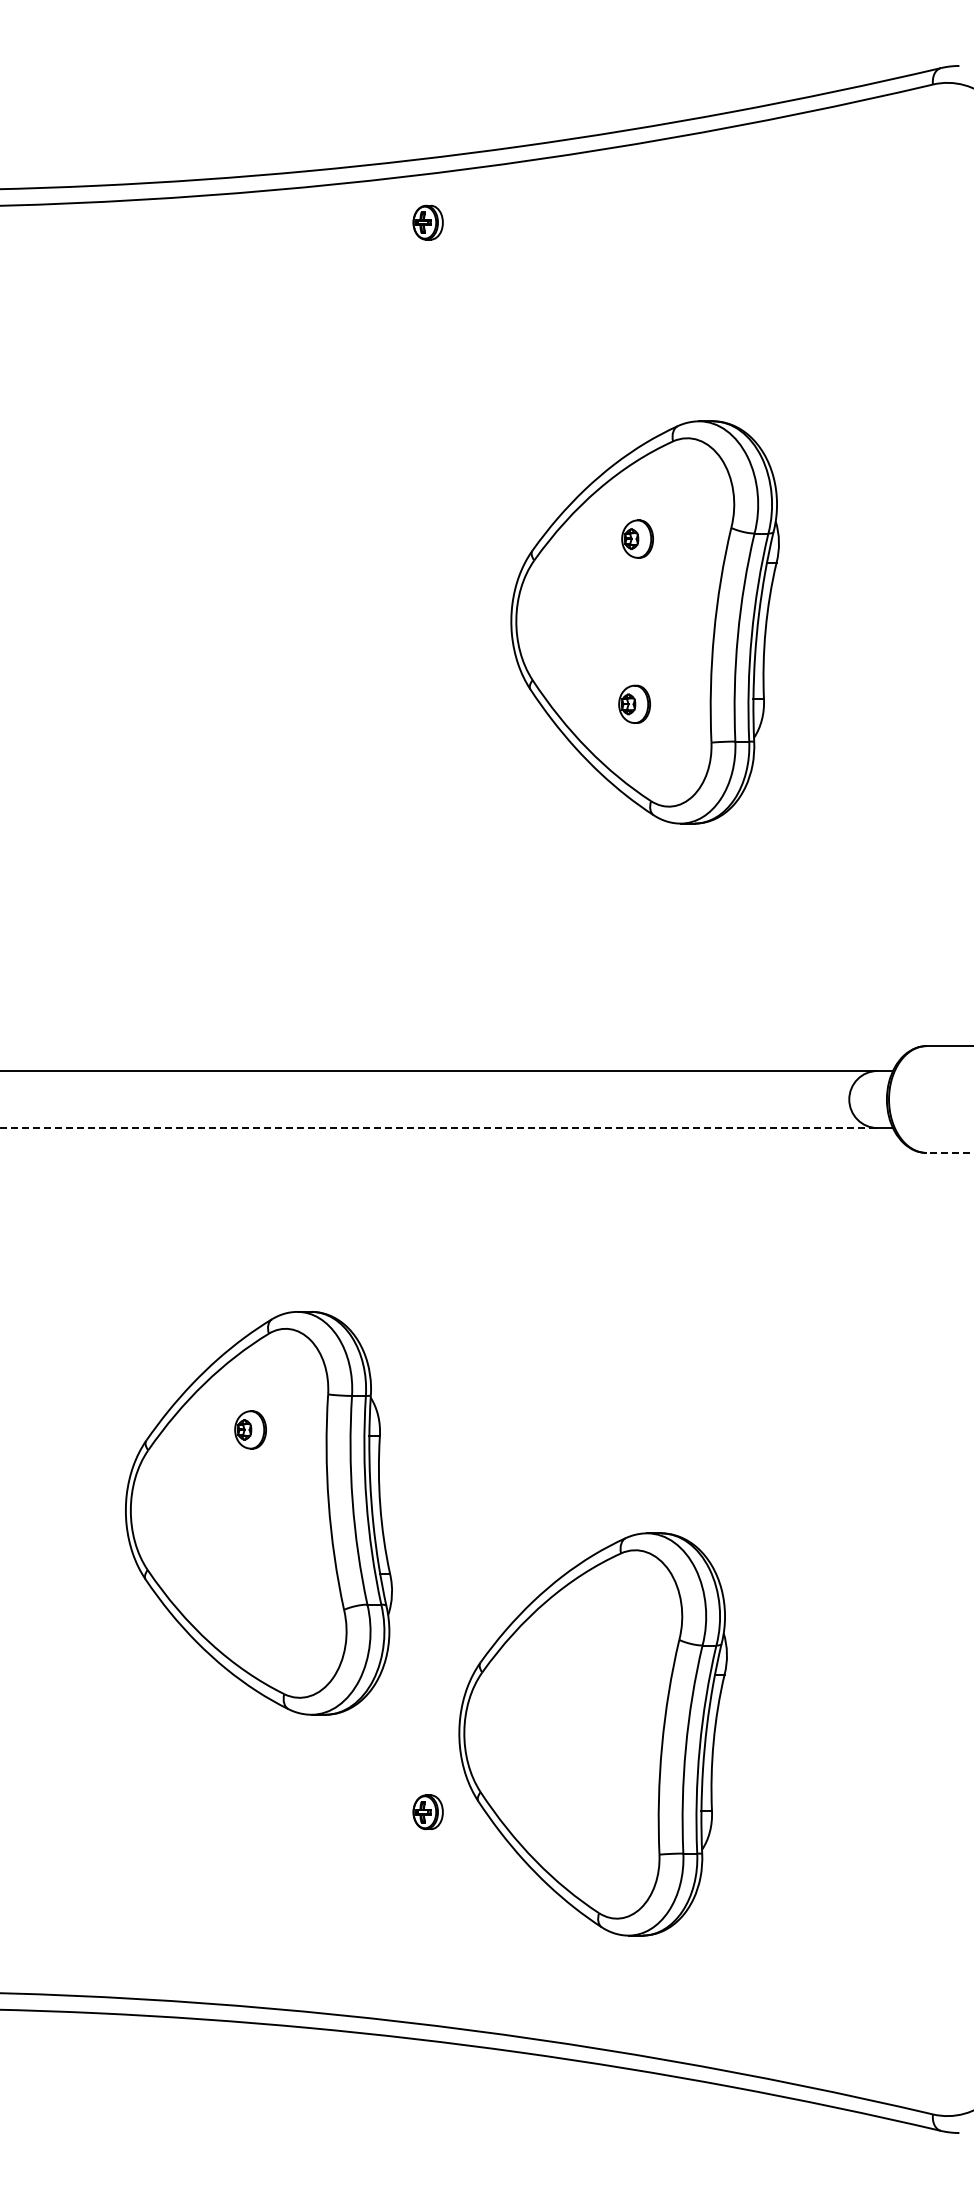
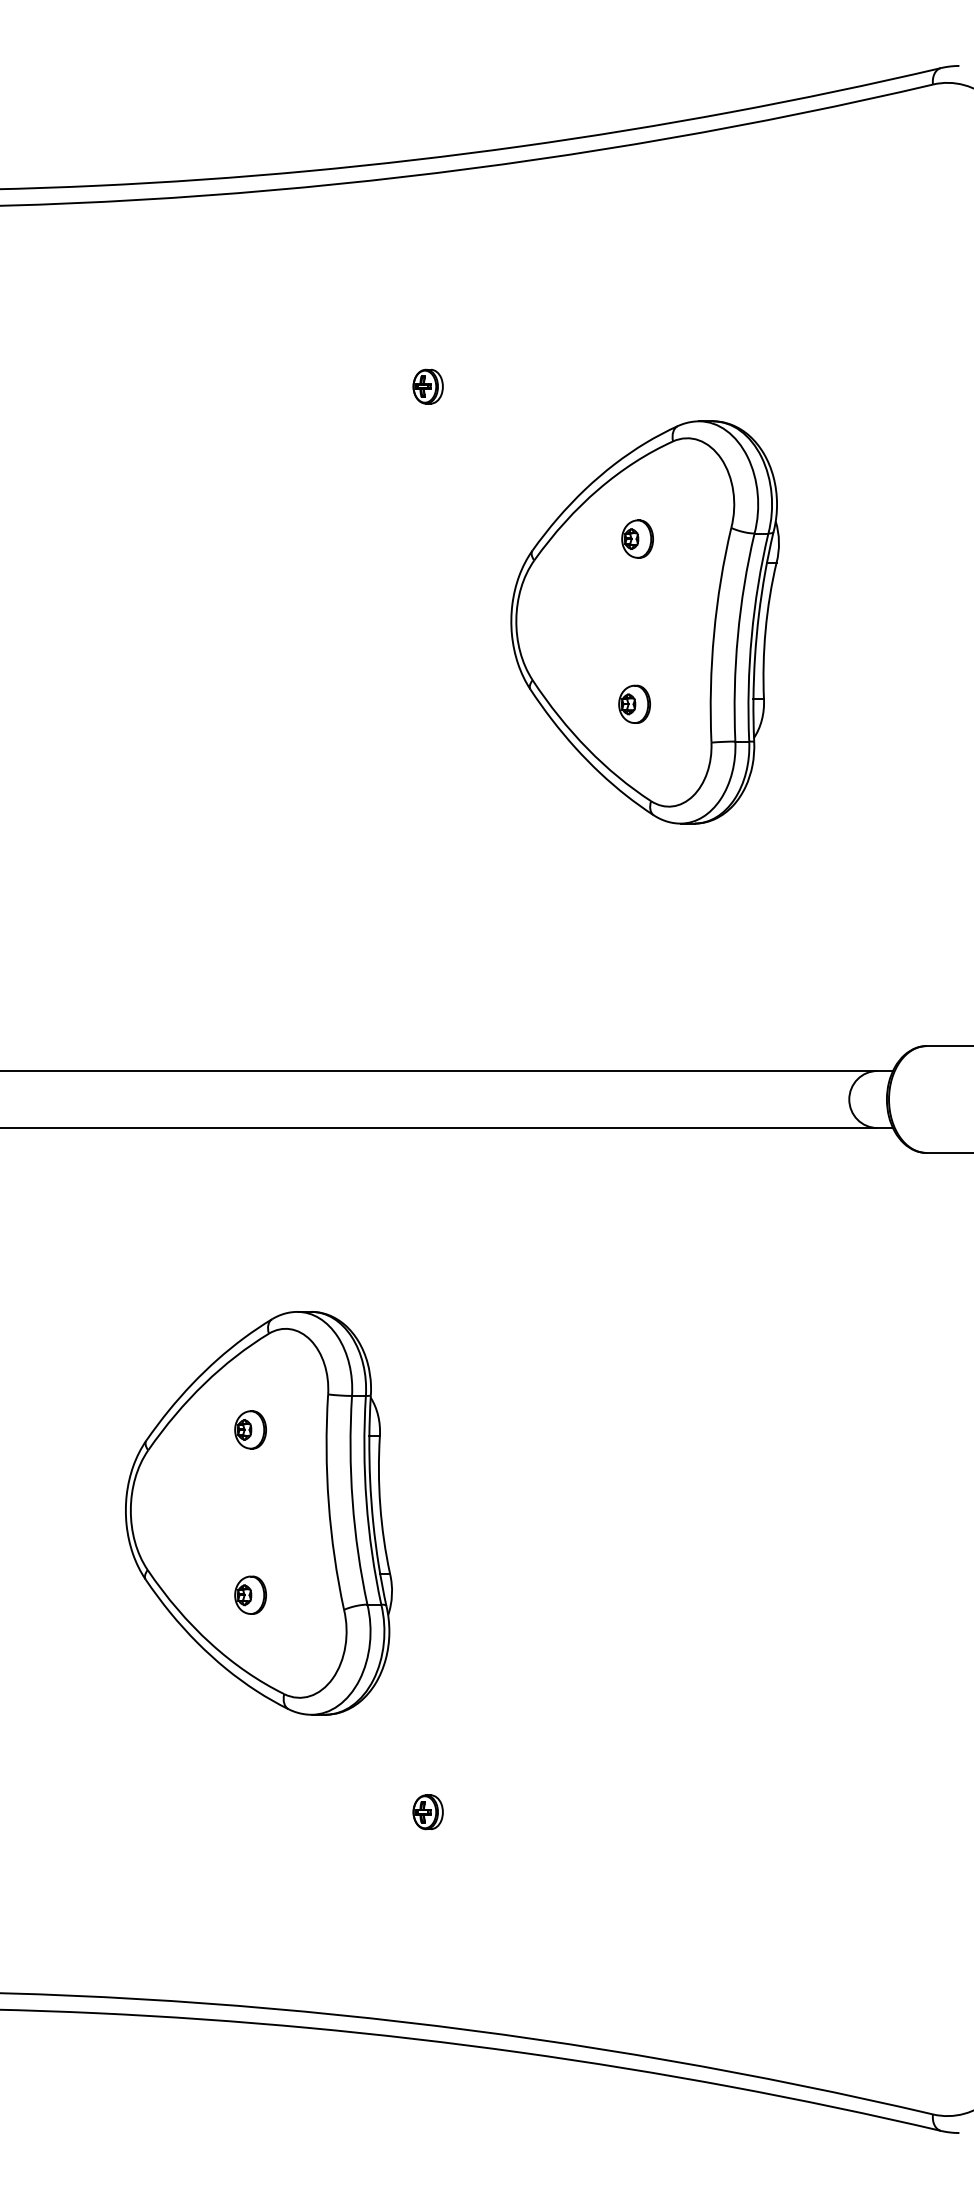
part at (427, 222) position: (427, 222) -> (427, 386)
line at (439, 1128): dashed -> solid
line at (949, 1152): dashed -> solid
part at (250, 1594): none -> present
part at (592, 1734): present -> none
